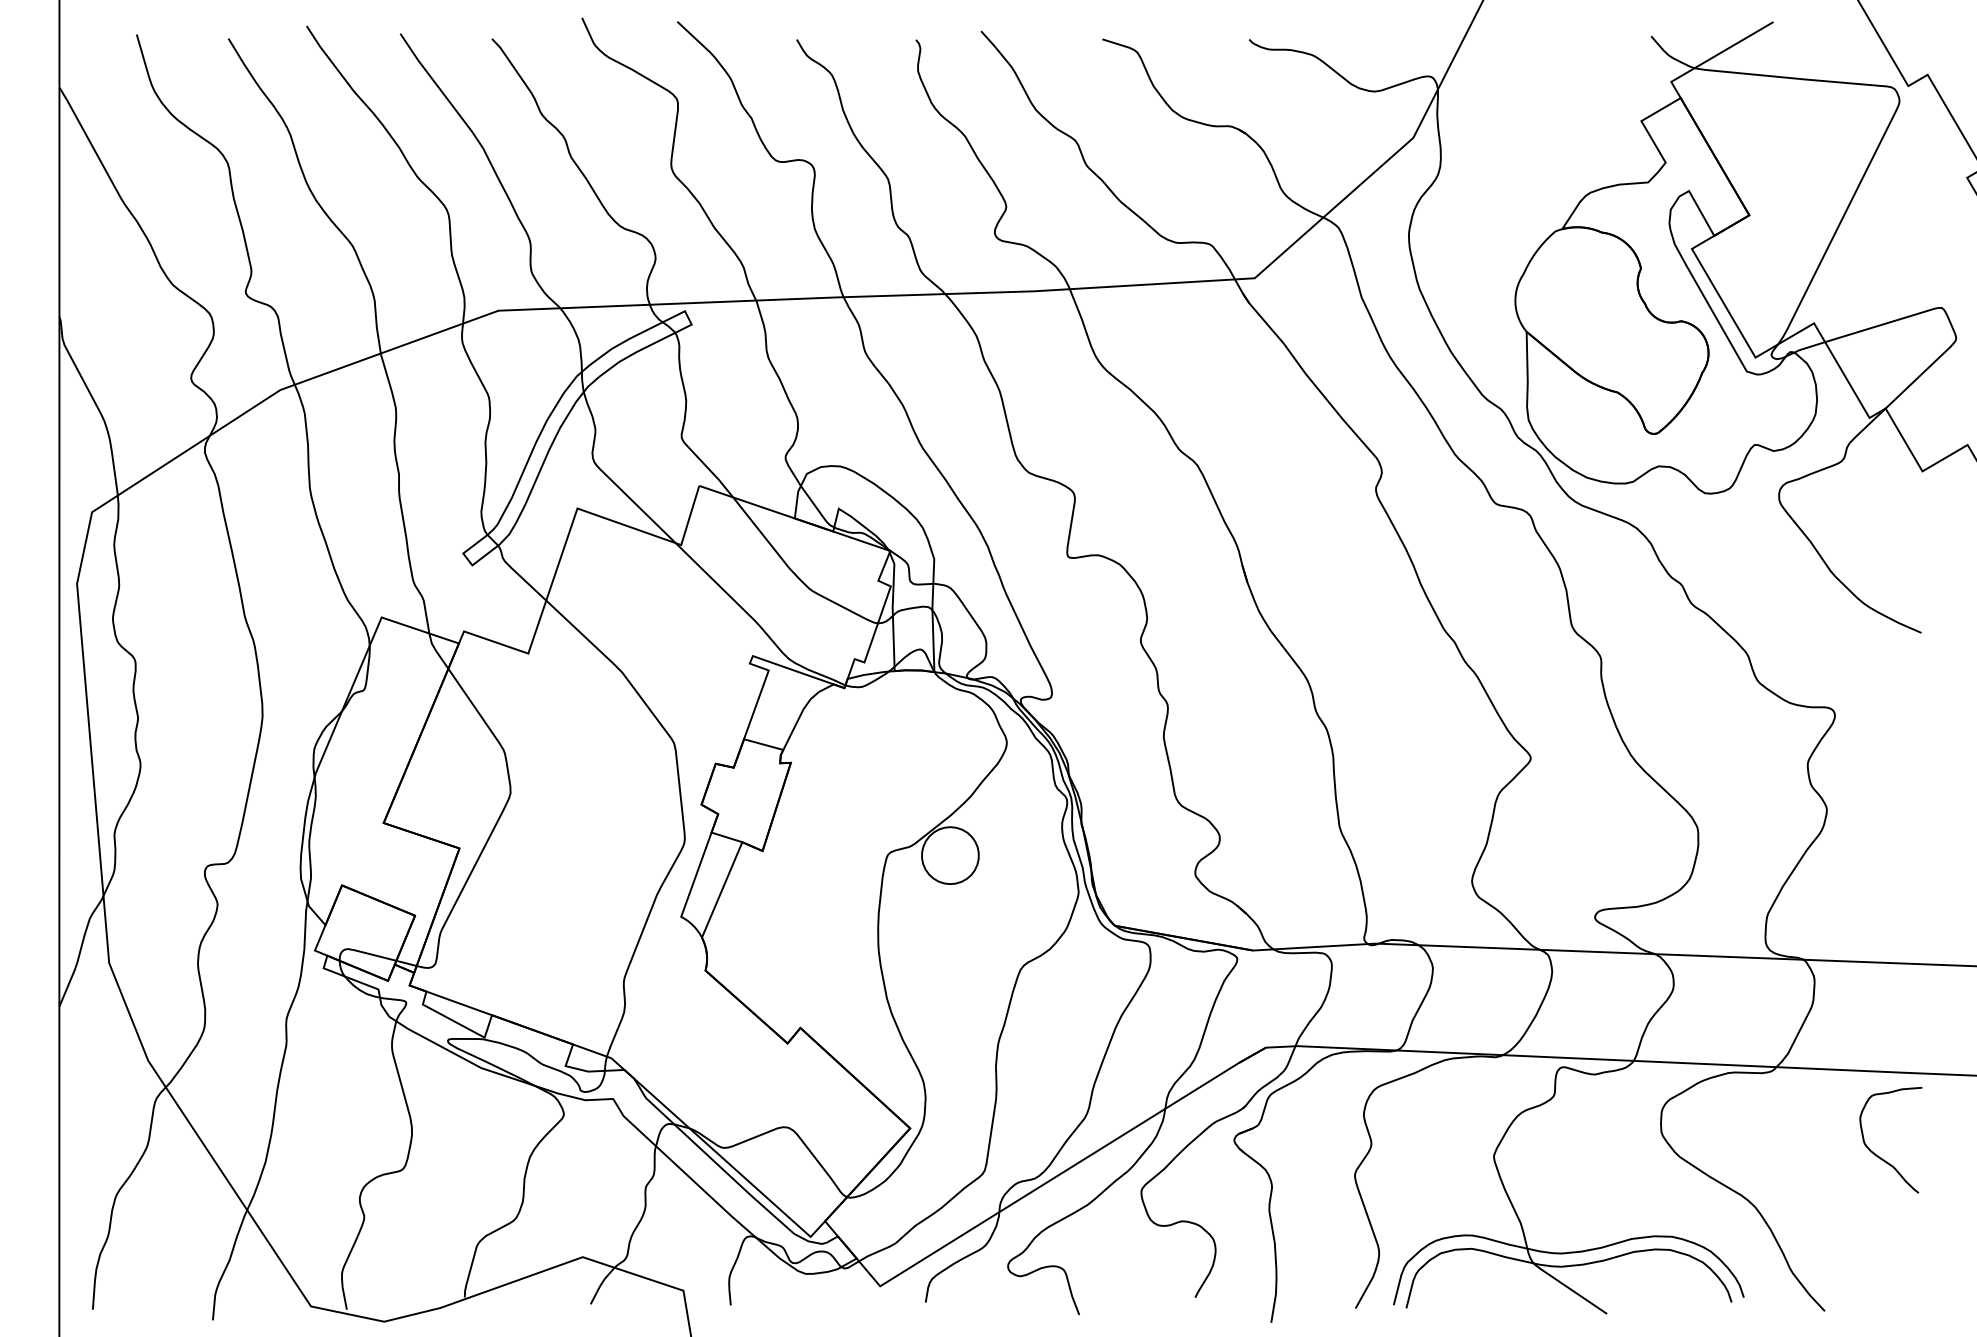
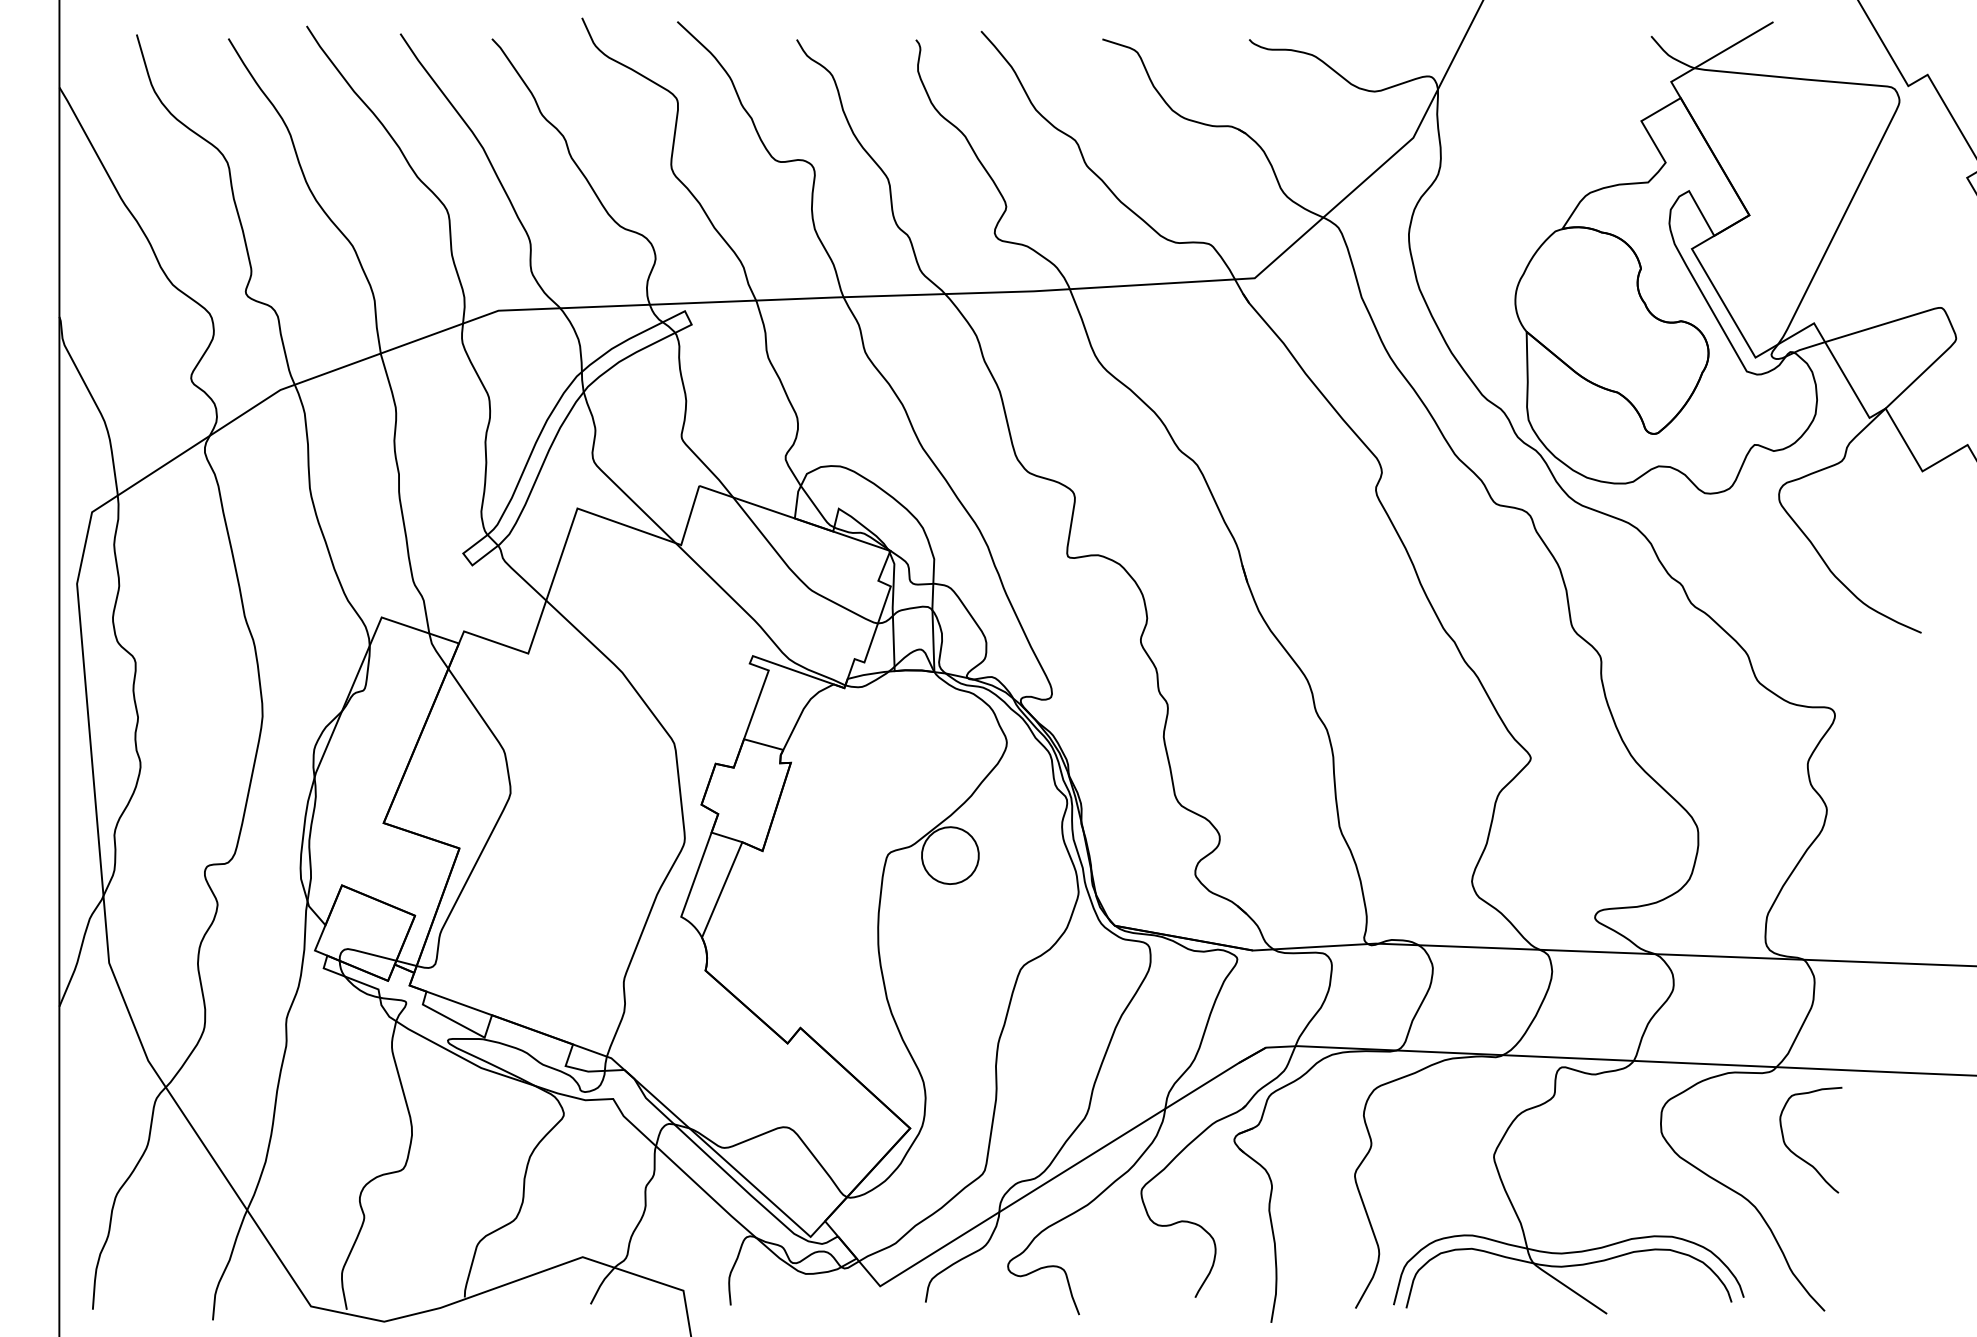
curve at (1878, 1155) position: (1878, 1155) -> (1798, 1155)
